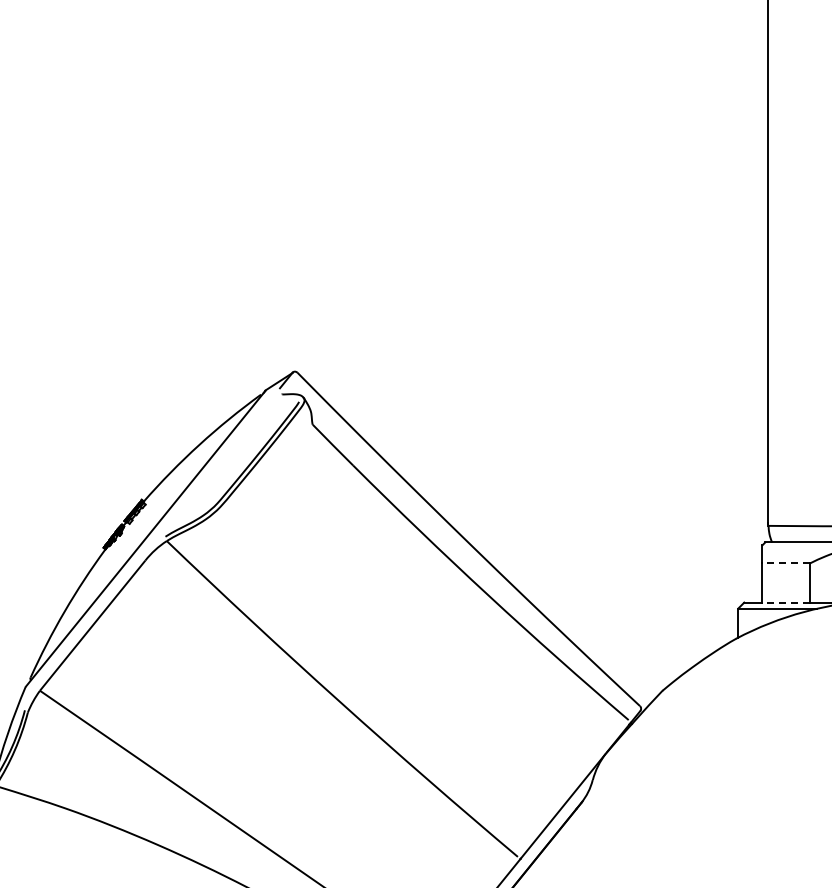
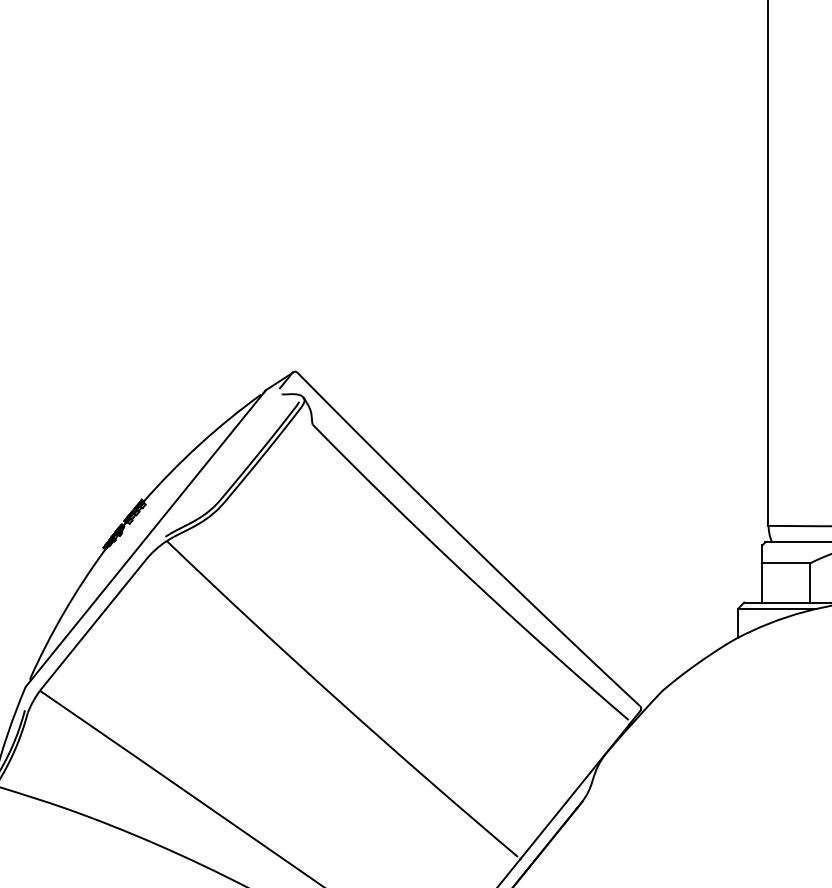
line at (786, 563): dashed -> solid
line at (786, 602): dashed -> solid
